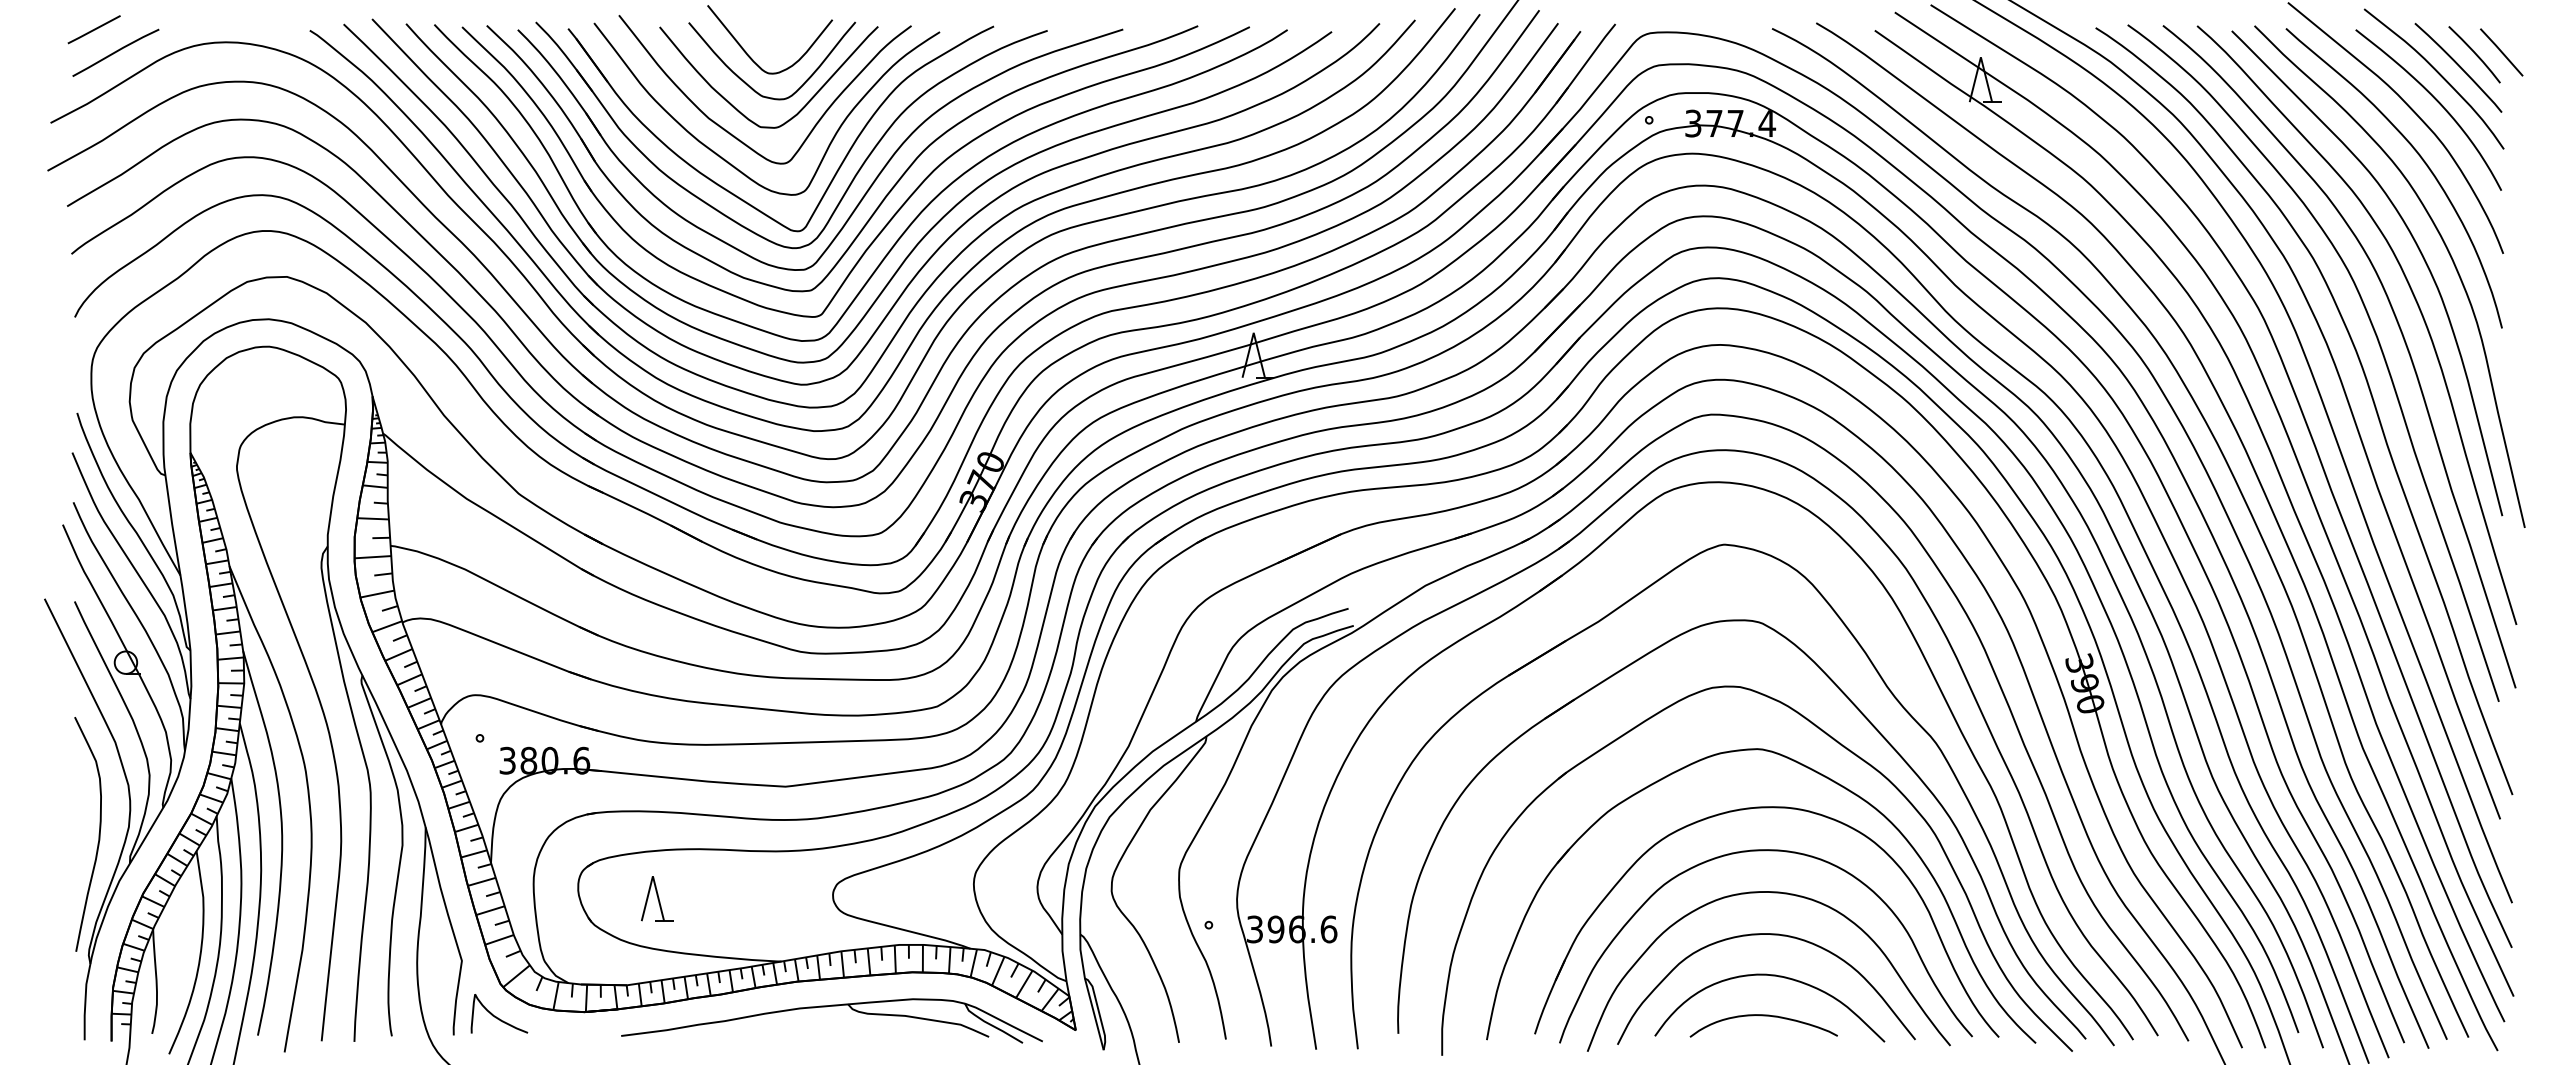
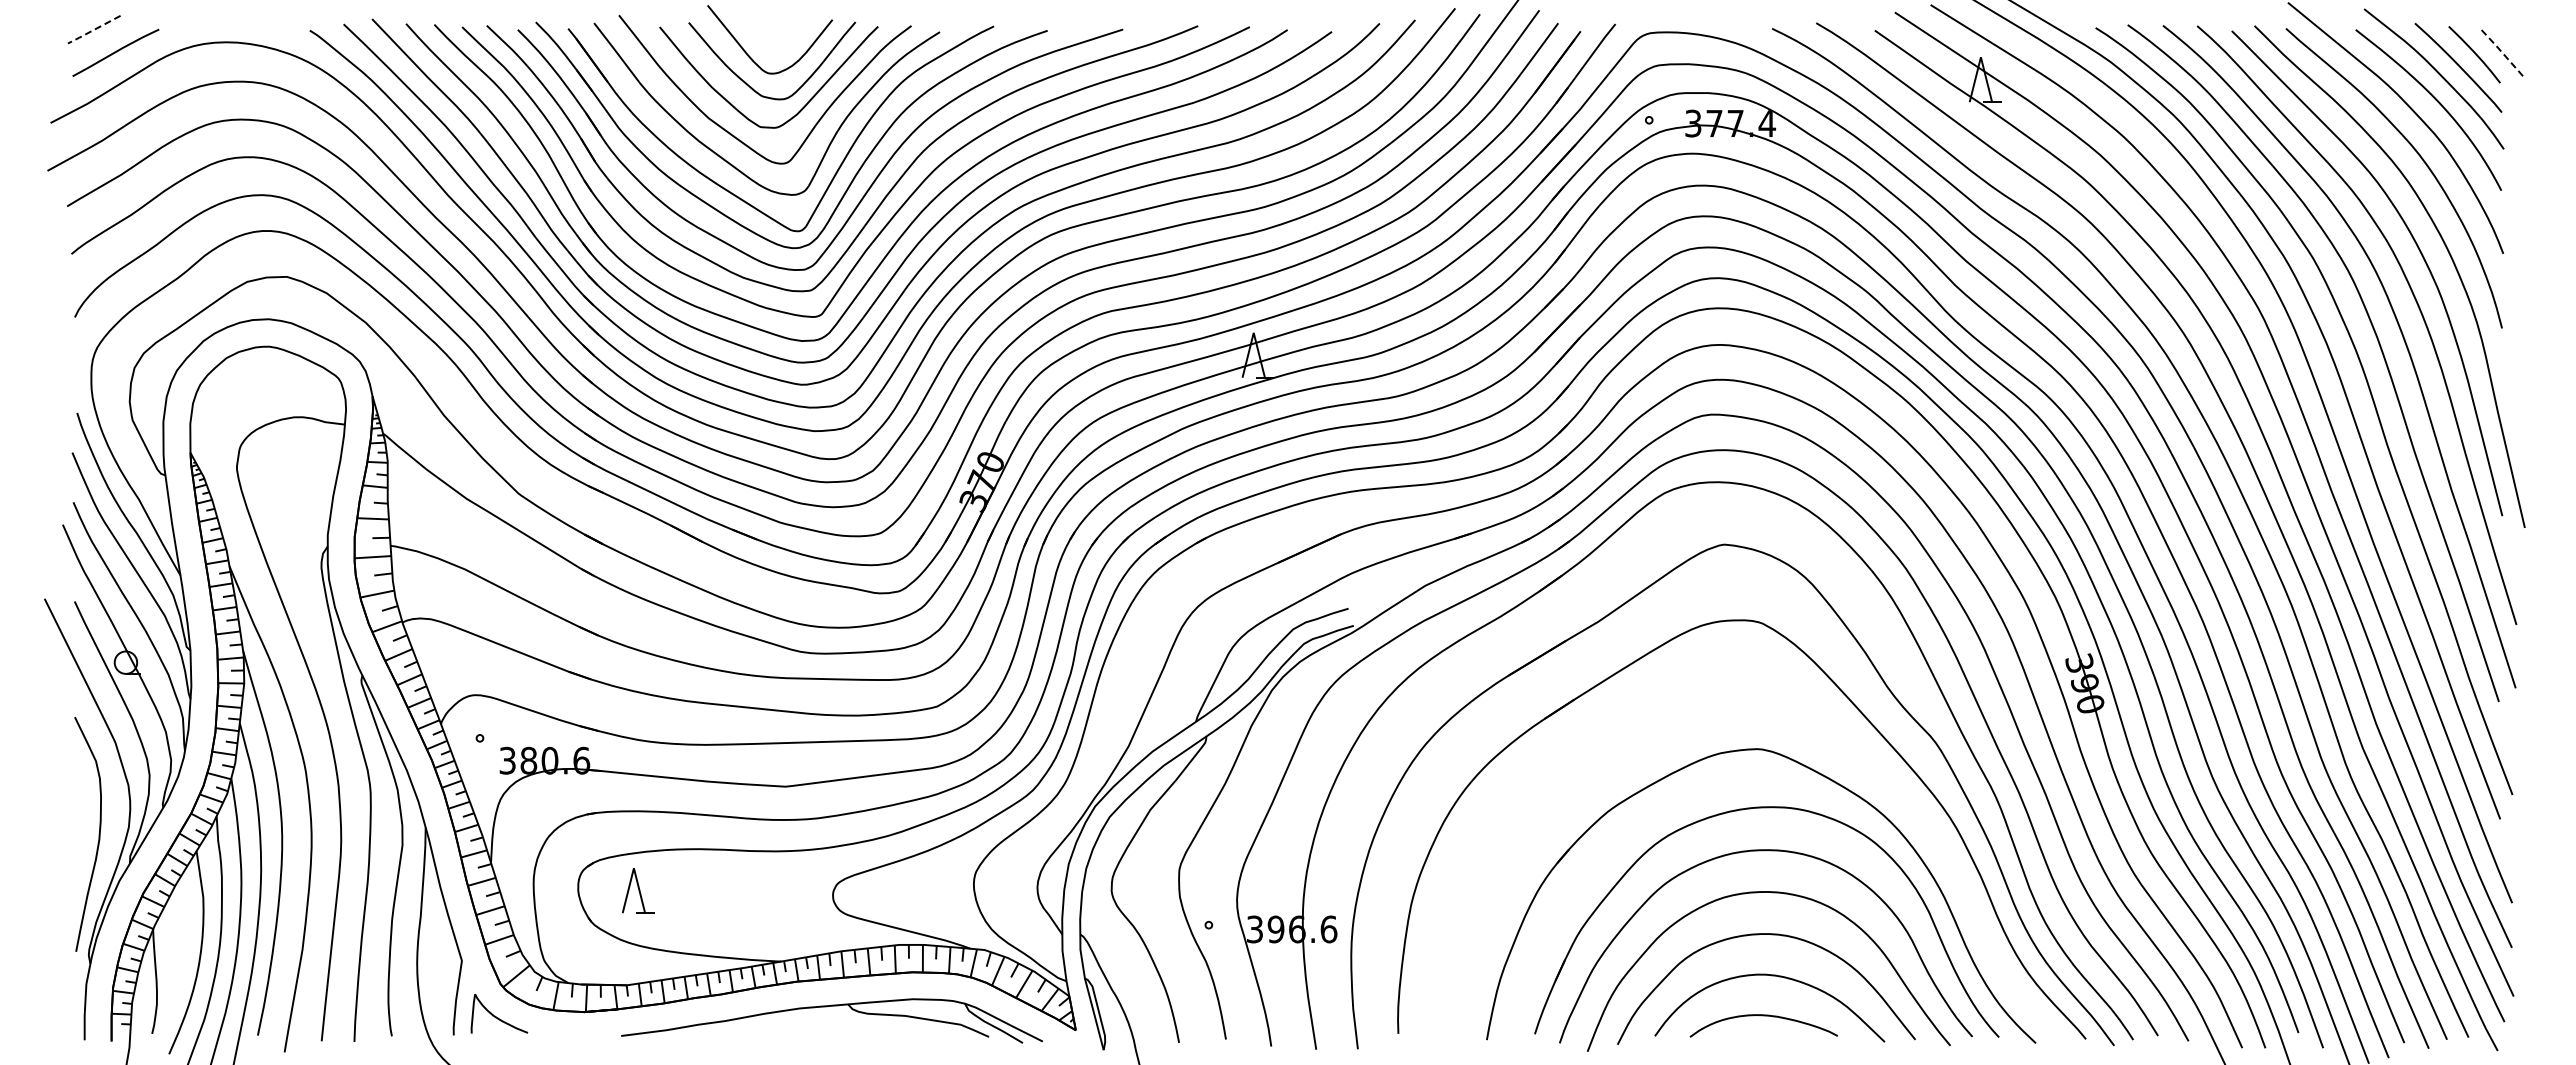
line at (93, 30): solid -> dashed
line at (2501, 51): solid -> dashed
part at (1844, 748): present -> none
part at (657, 898) position: (657, 898) -> (638, 890)
